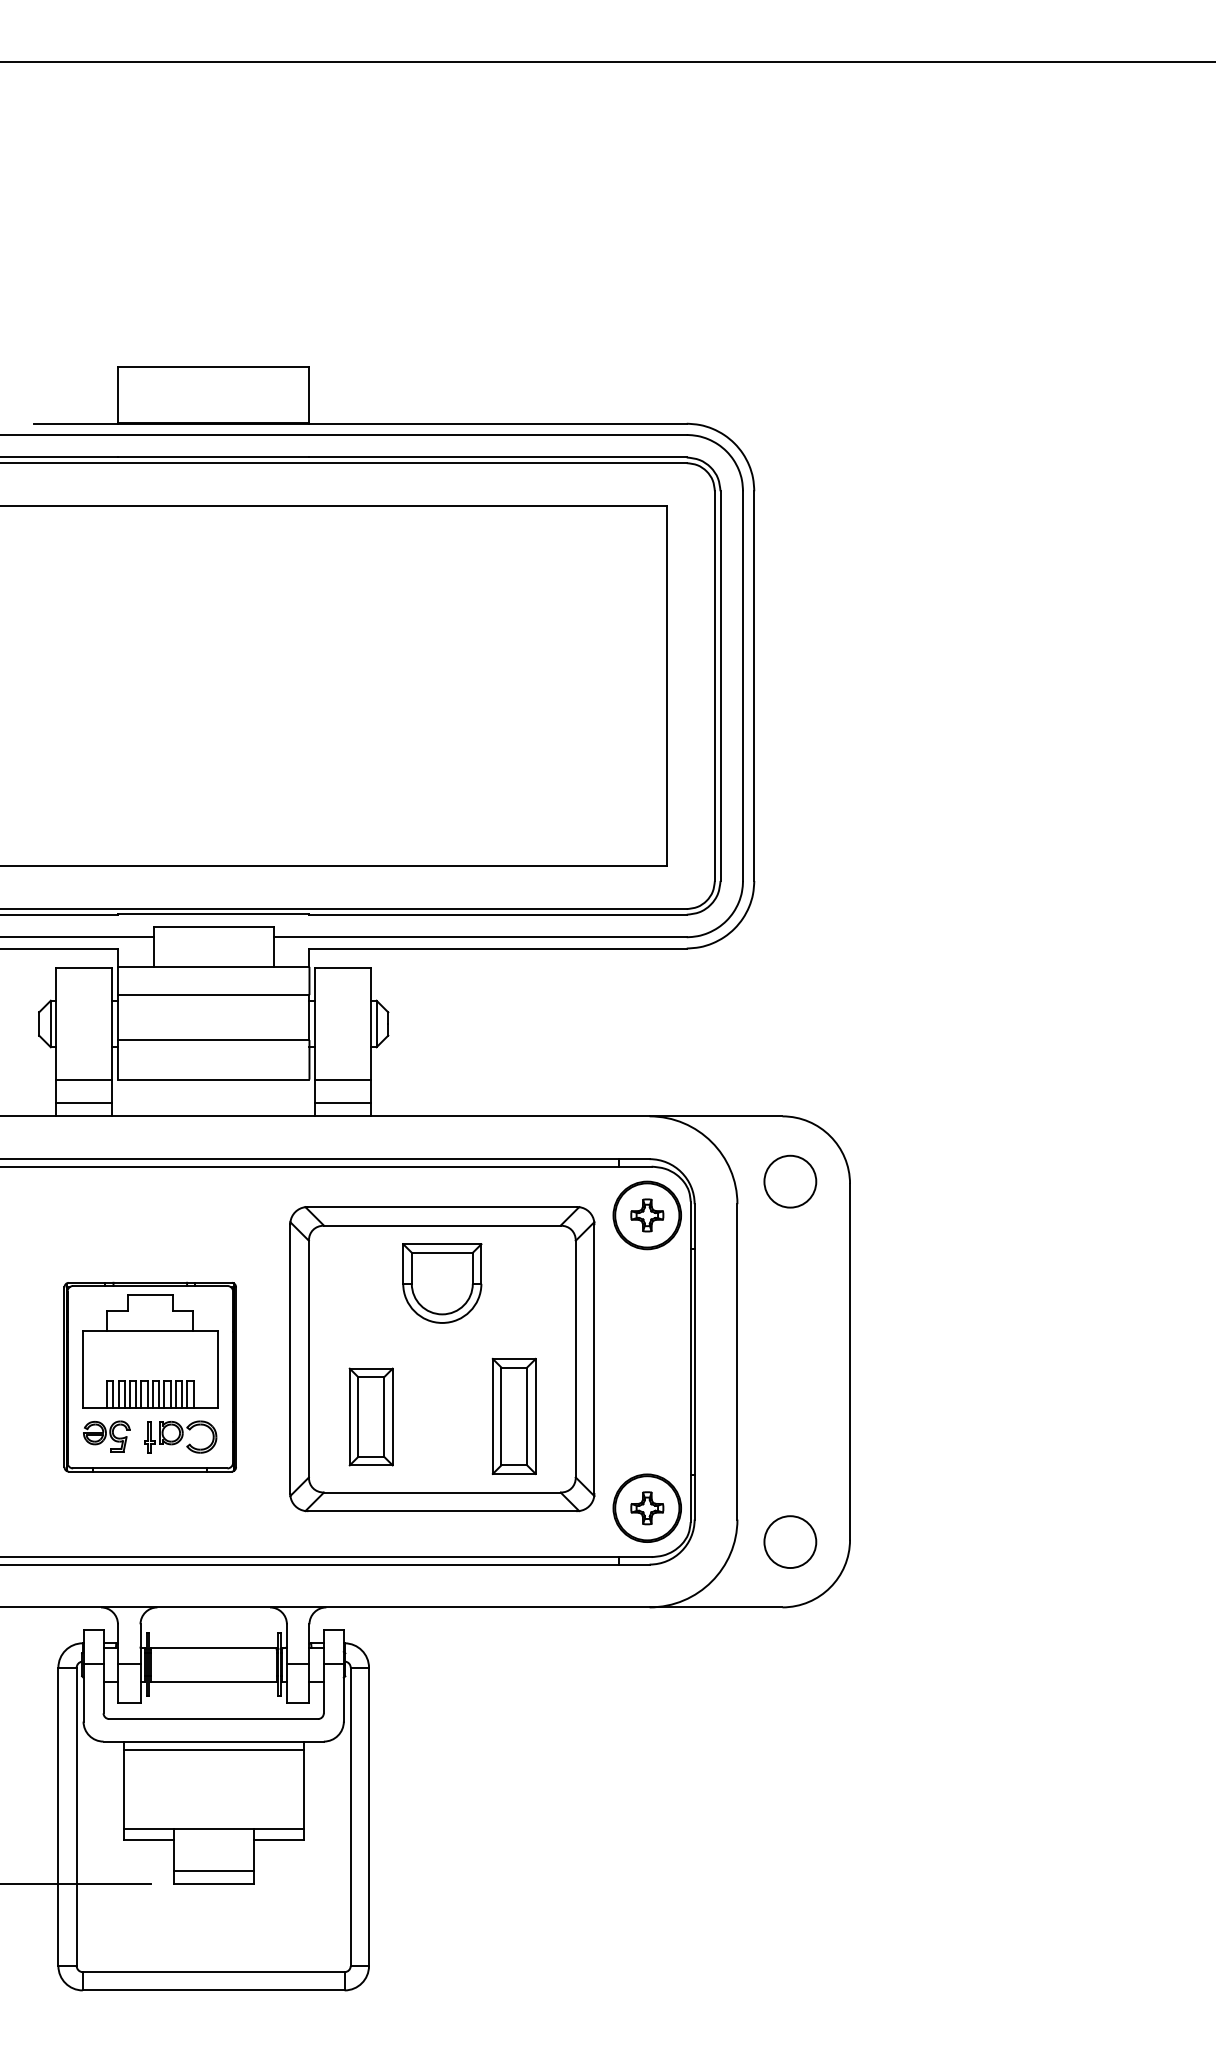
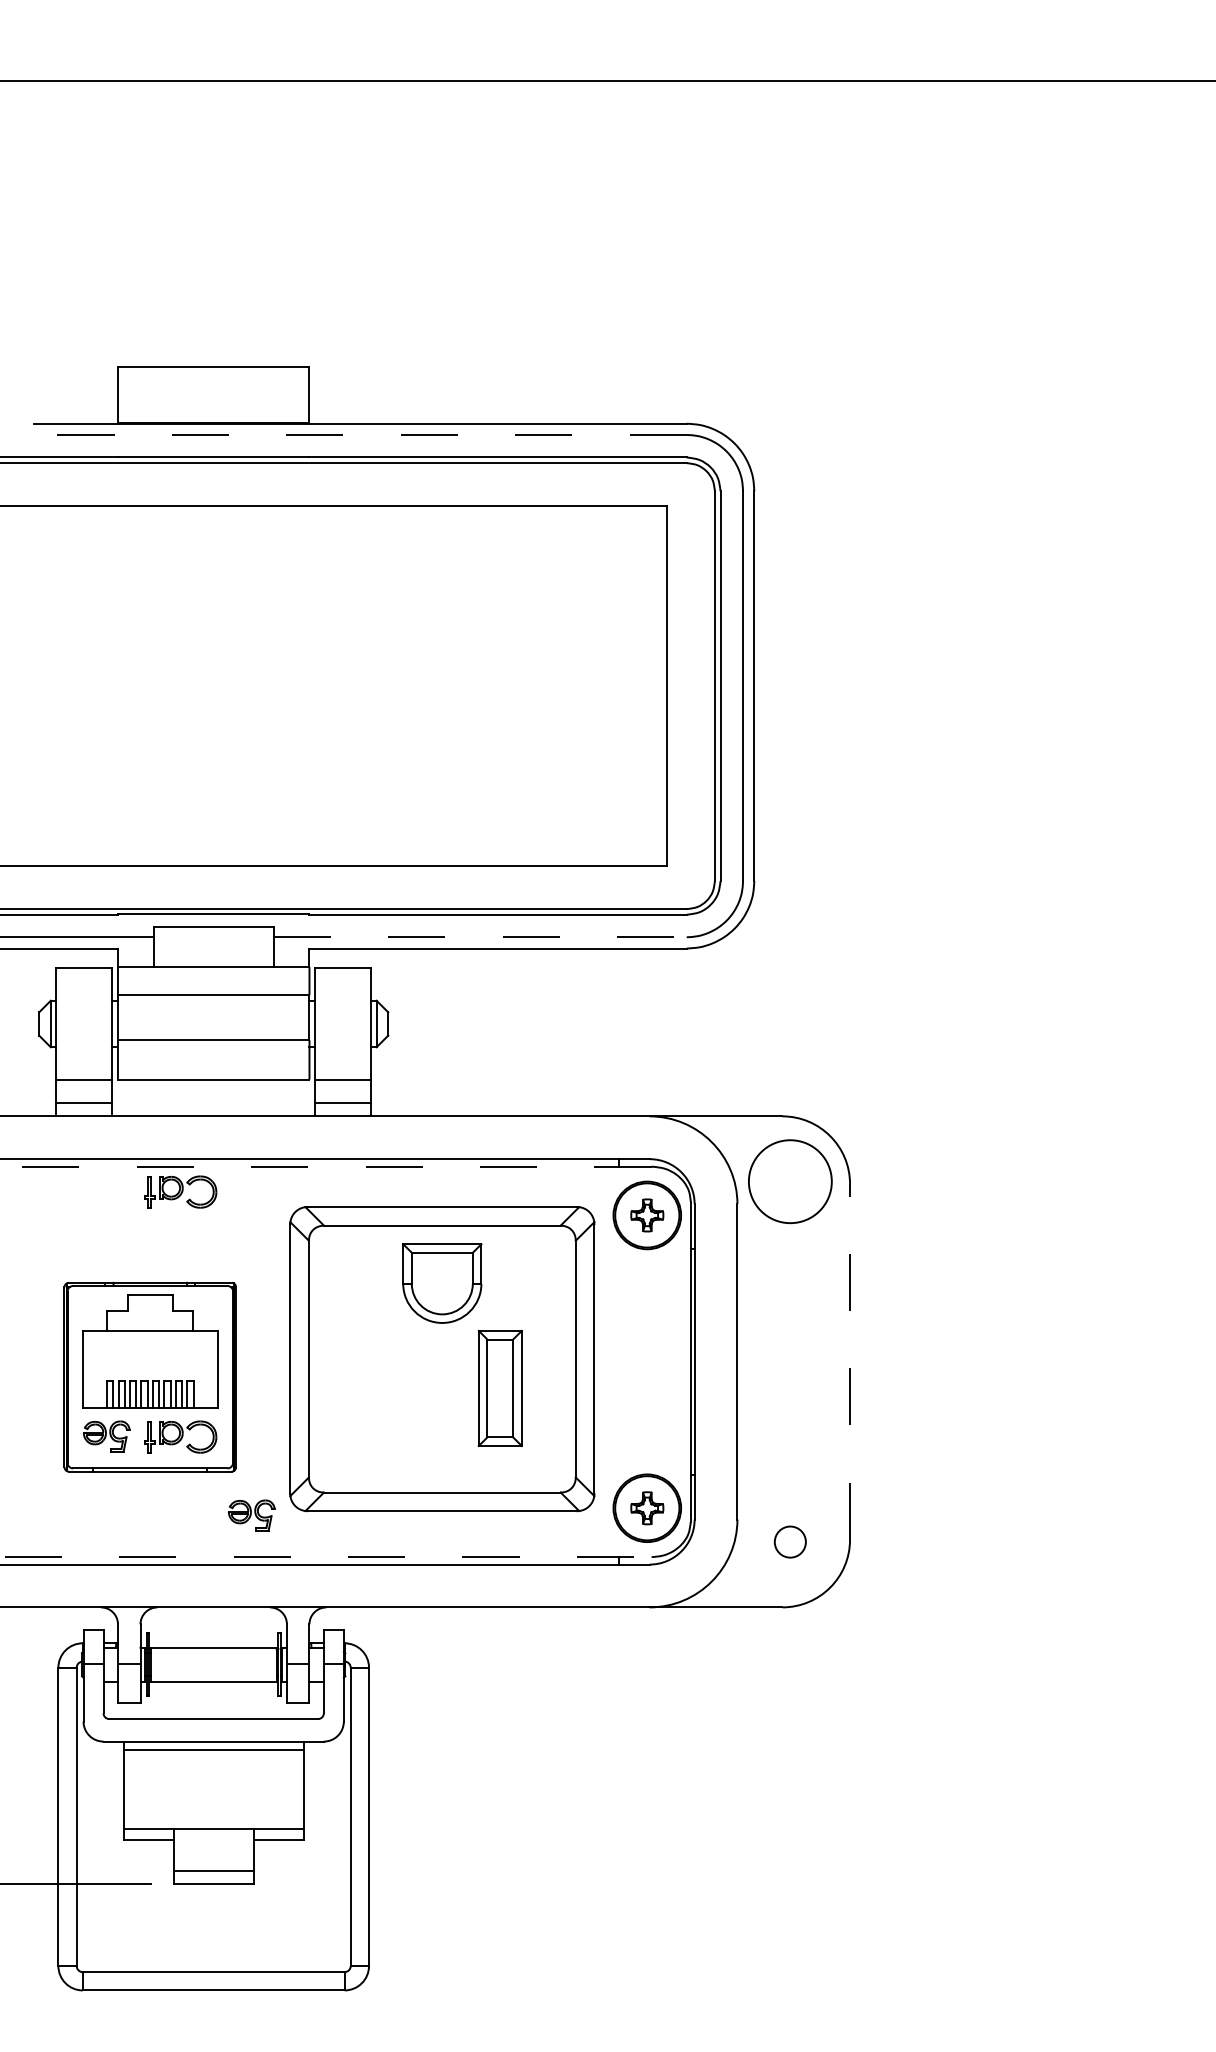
line at (607, 61) position: (607, 61) -> (607, 80)
line at (343, 434): solid -> dashed
line at (480, 937): solid -> dashed
line at (325, 1166): solid -> dashed
circle at (790, 1181) diameter: 52 px -> 83 px
part at (180, 1191): none -> present
line at (850, 1361): solid -> dashed
part at (513, 1415) position: (513, 1415) -> (499, 1387)
part at (370, 1416): present -> none
part at (251, 1515): none -> present
circle at (790, 1542) diameter: 52 px -> 31 px
line at (326, 1557): solid -> dashed
